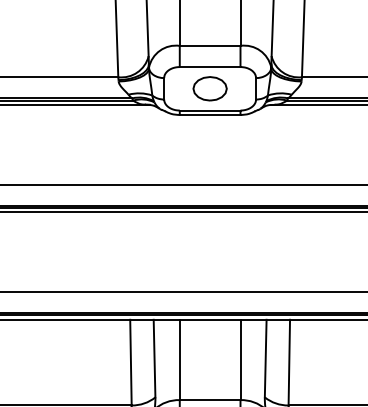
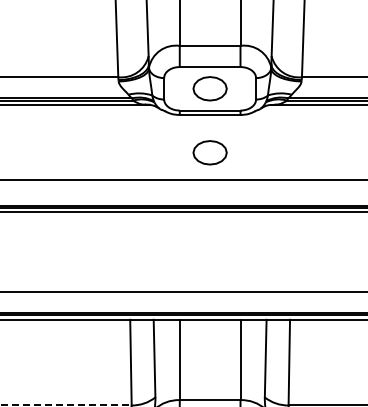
part at (209, 152): none -> present
line at (183, 184) position: (183, 184) -> (183, 179)
line at (65, 405): solid -> dashed
